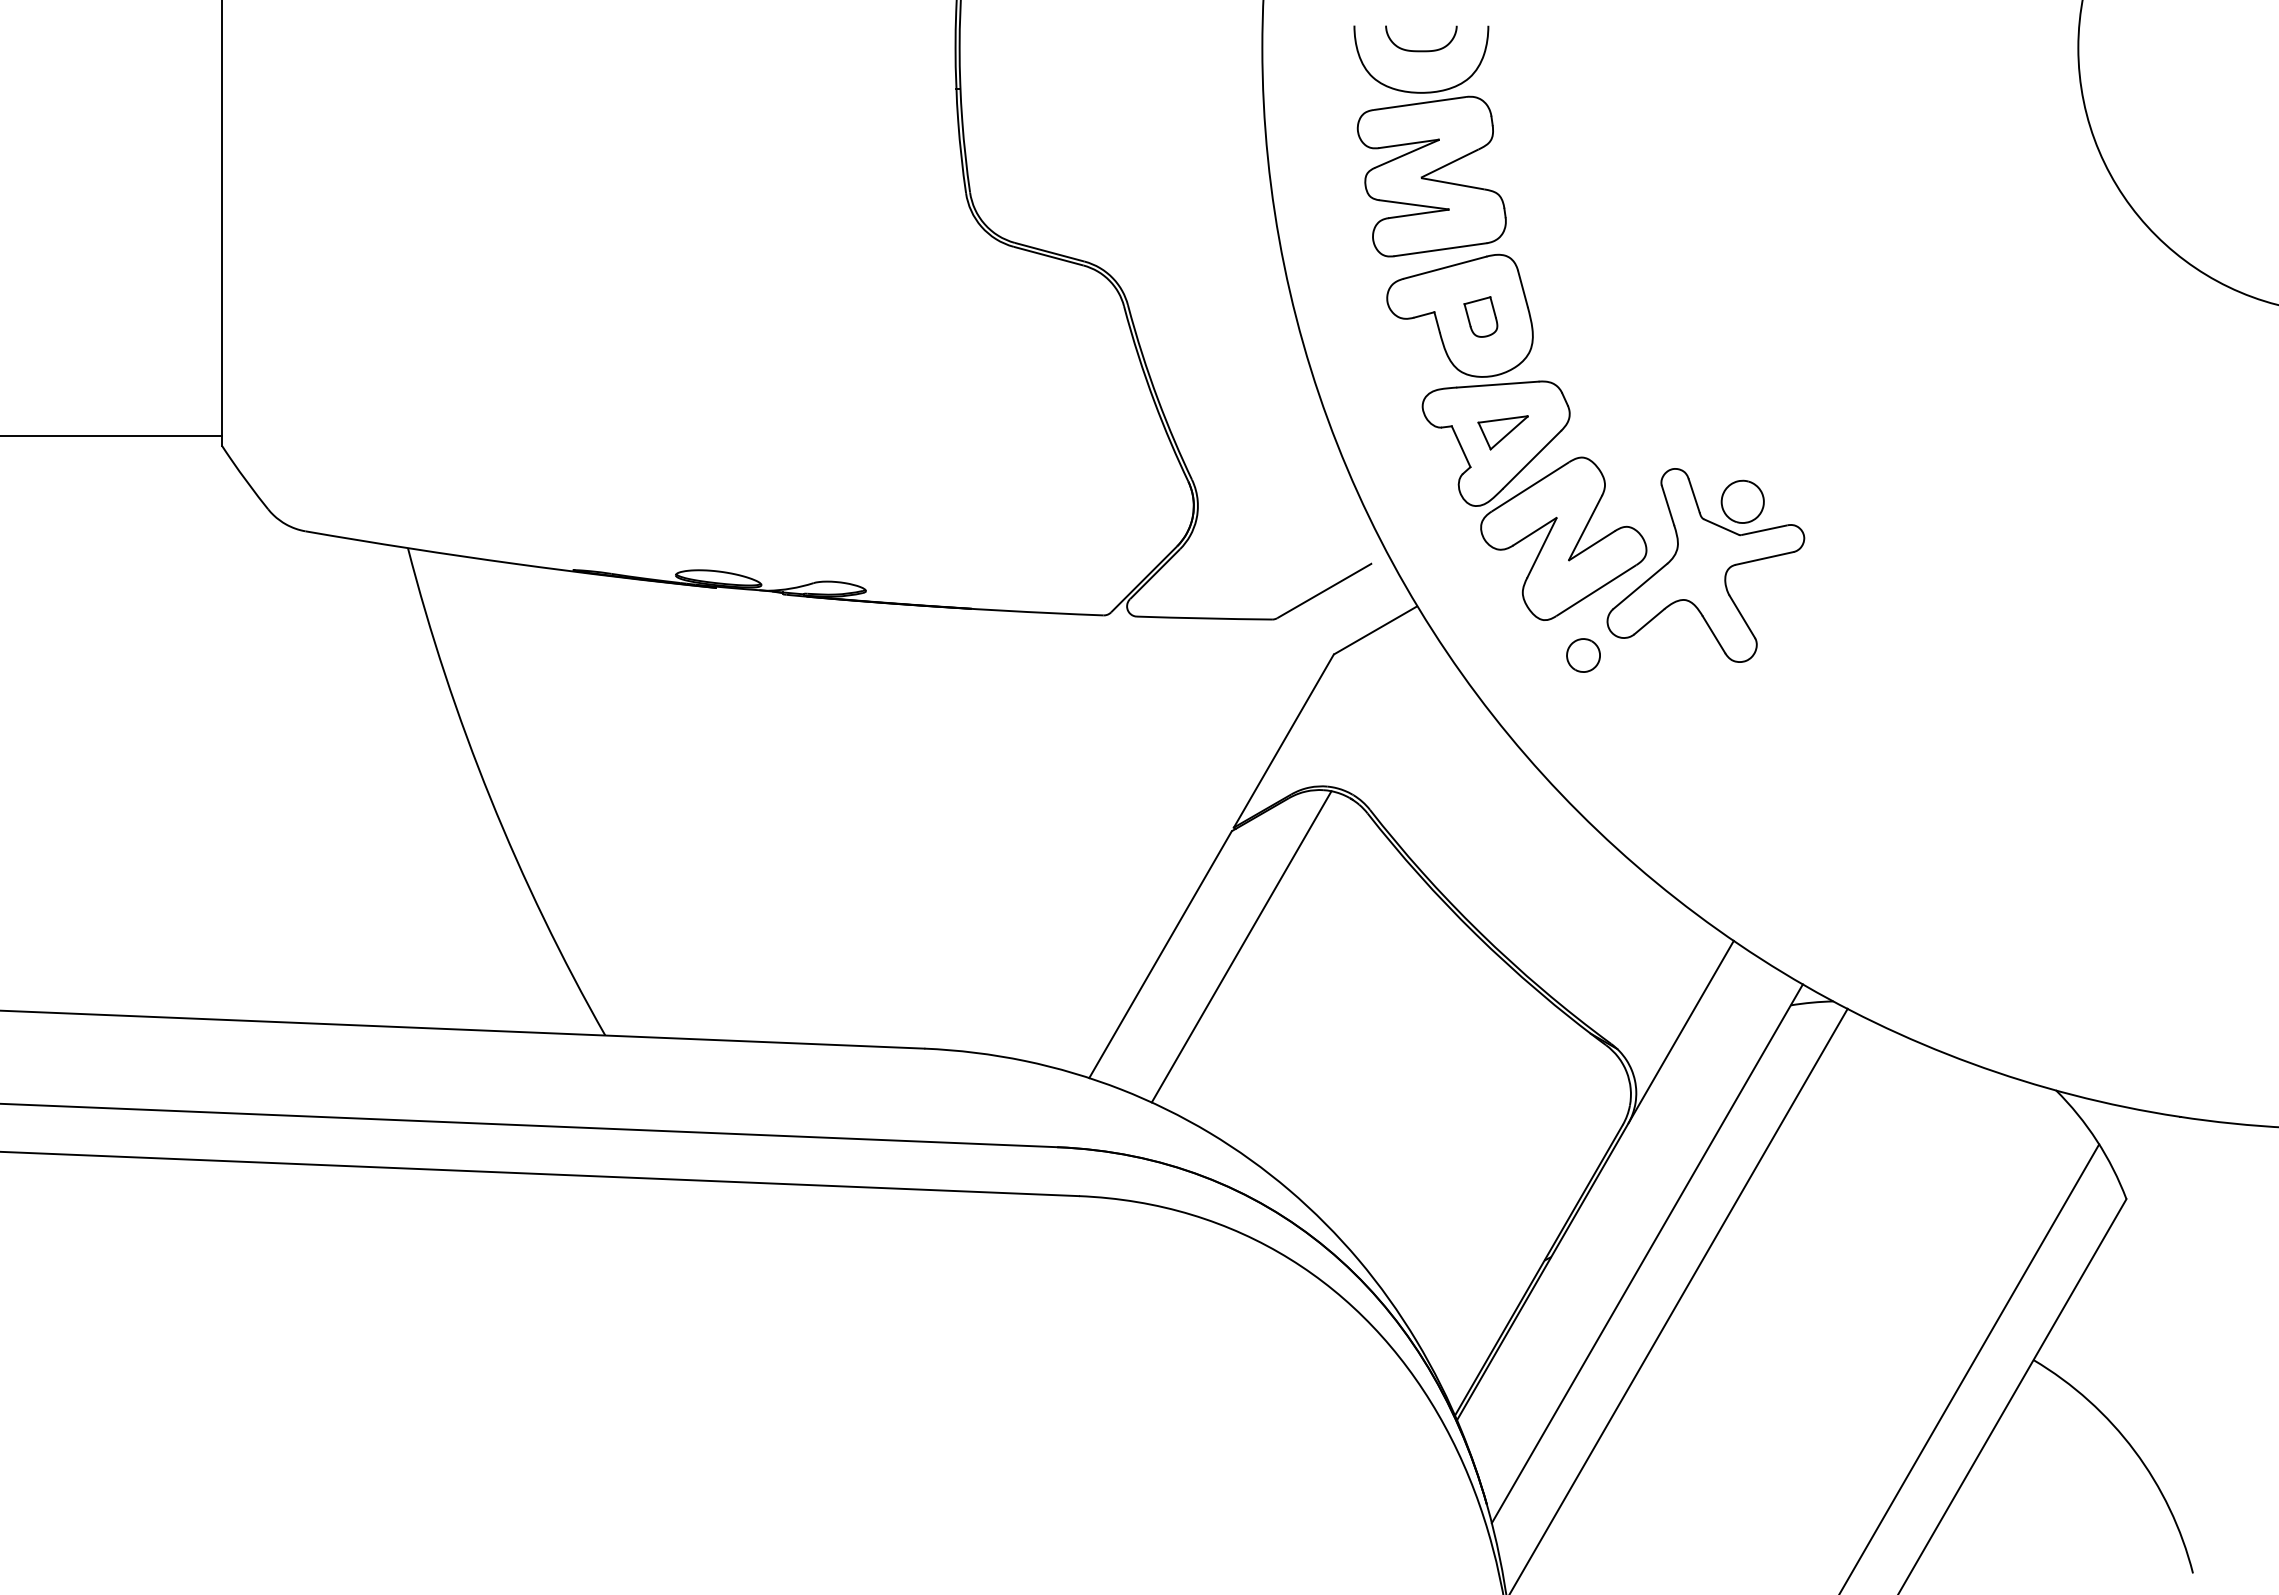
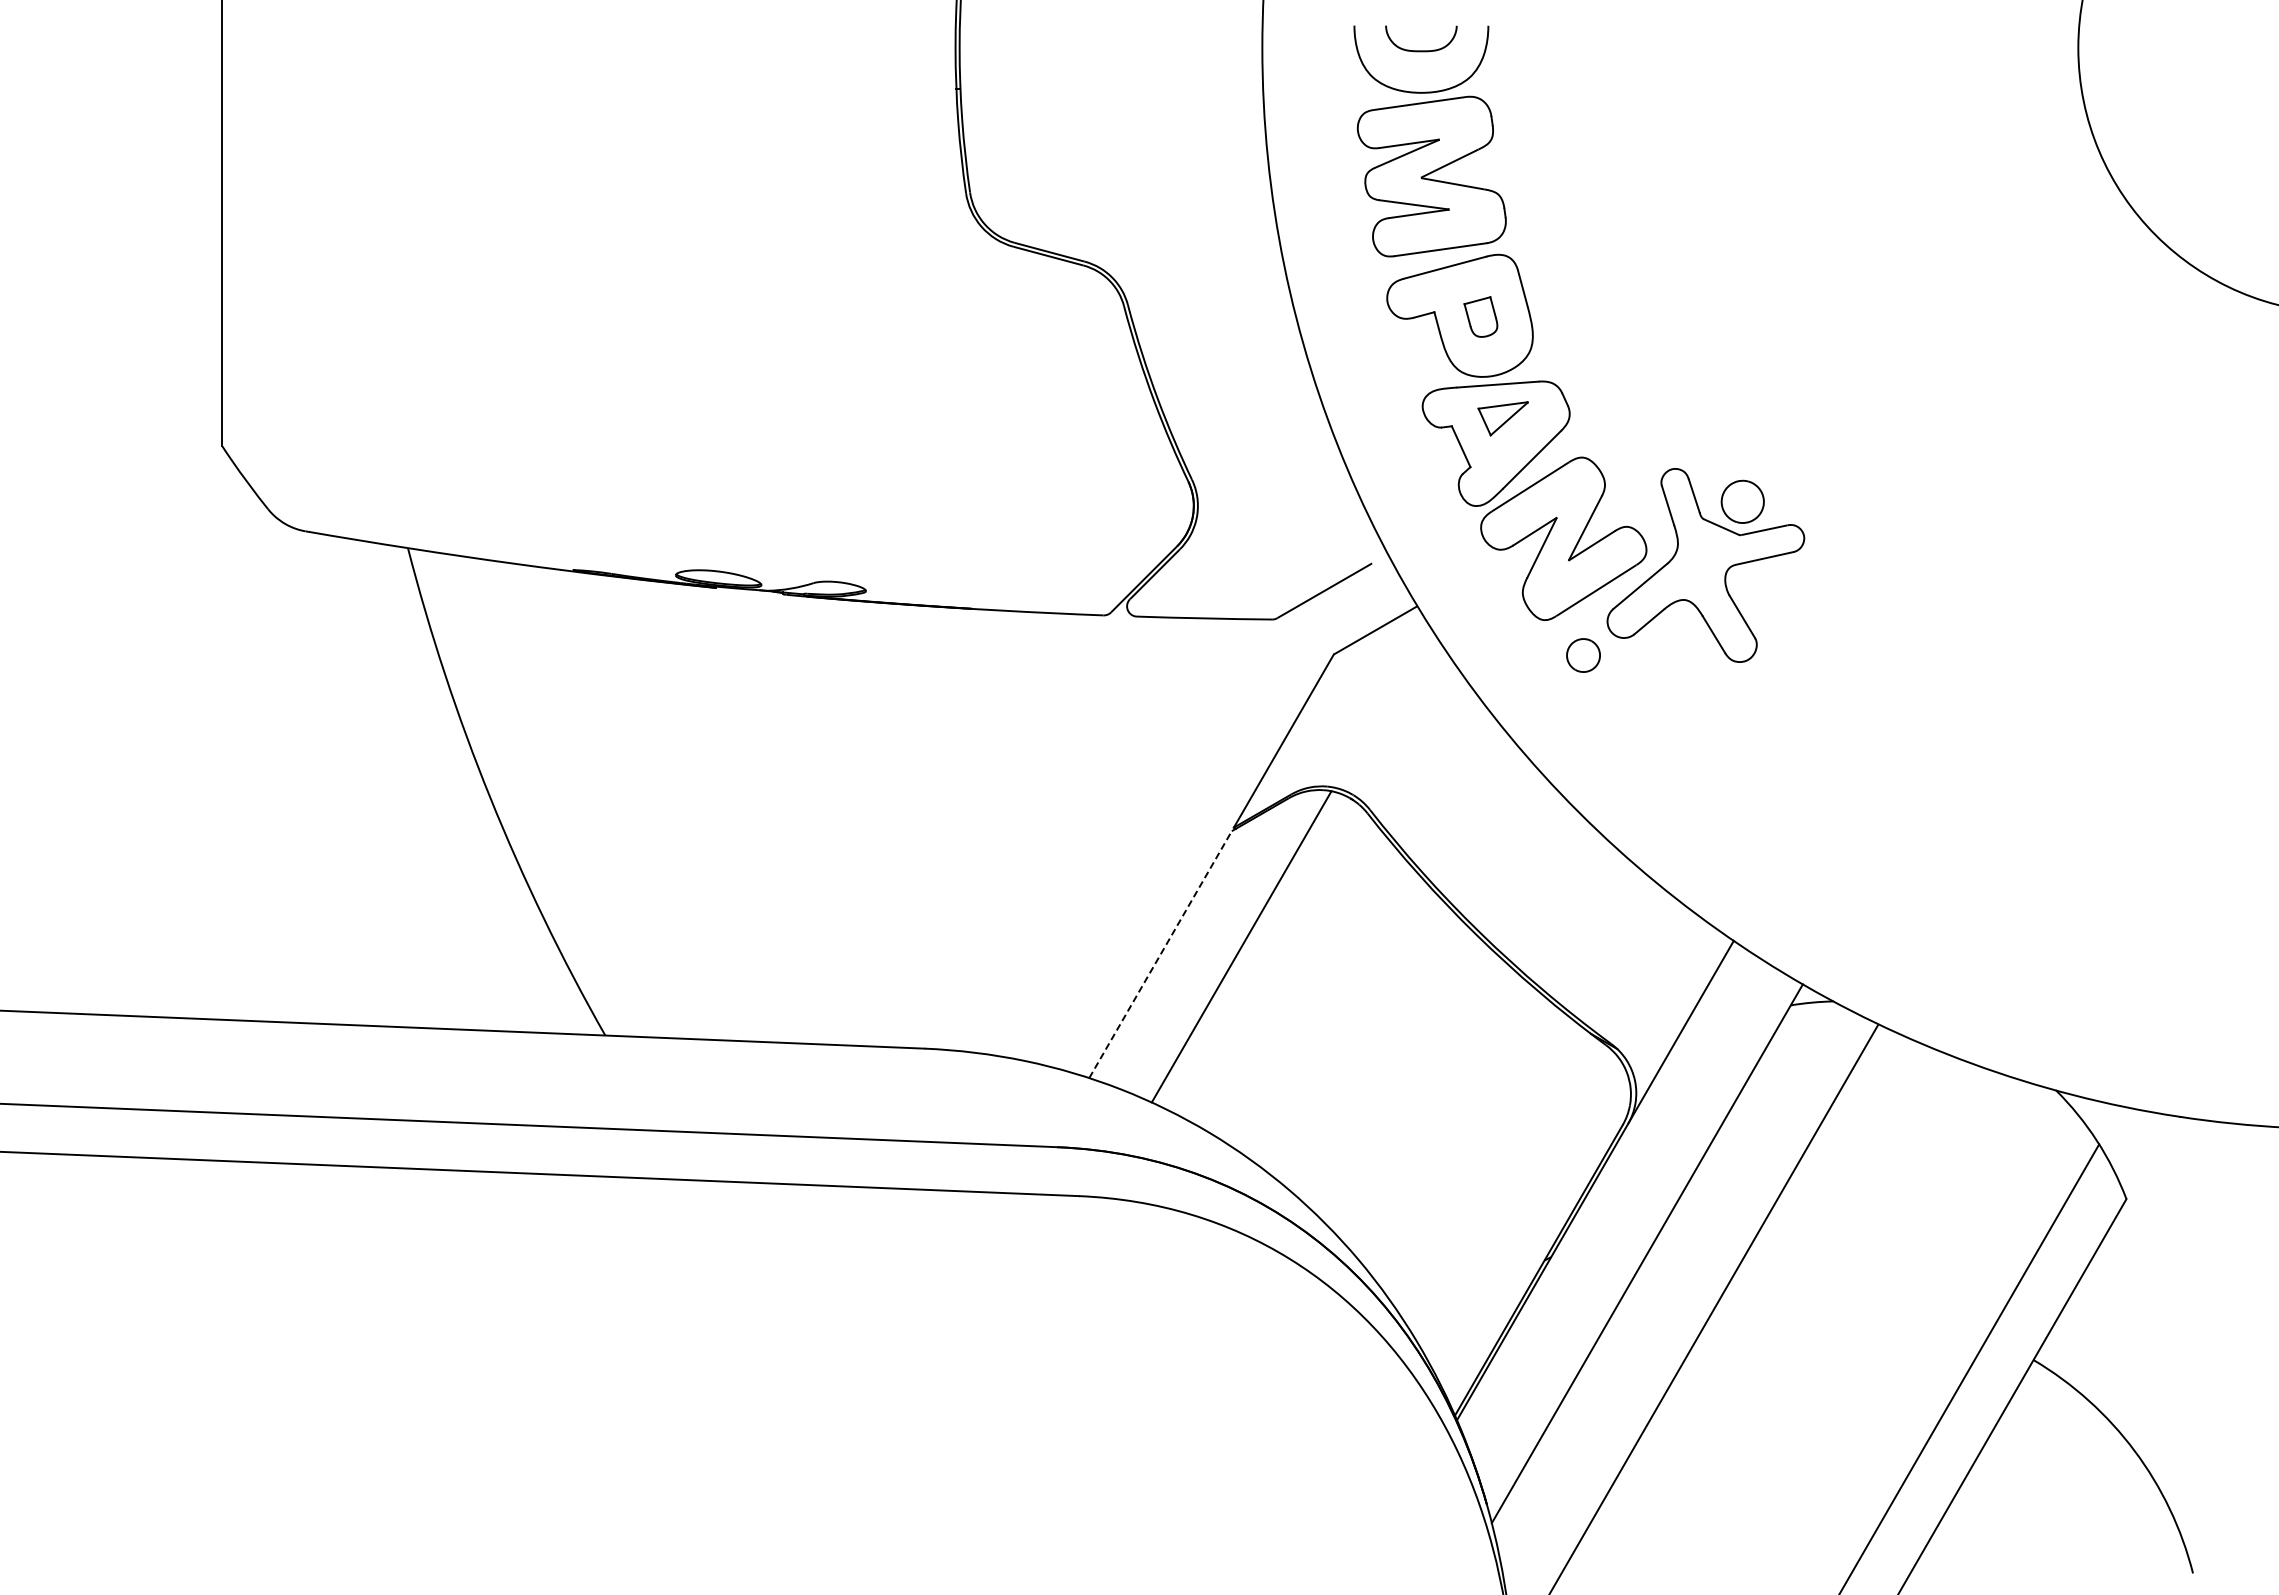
part at (1502, 432) position: (1502, 432) -> (1502, 418)
line at (112, 435): present -> none
line at (1160, 954): solid -> dashed
line at (1679, 1299) position: (1679, 1299) -> (1713, 1308)
